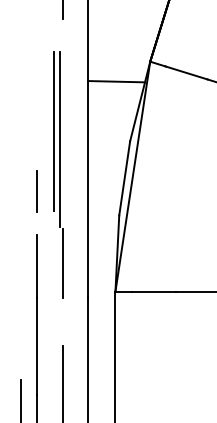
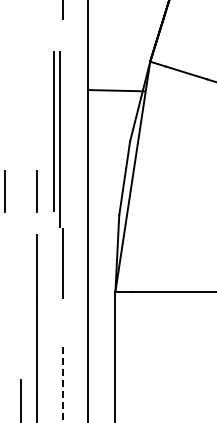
line at (116, 81) position: (116, 81) -> (116, 90)
line at (4, 191): none -> present
line at (62, 383): solid -> dashed
